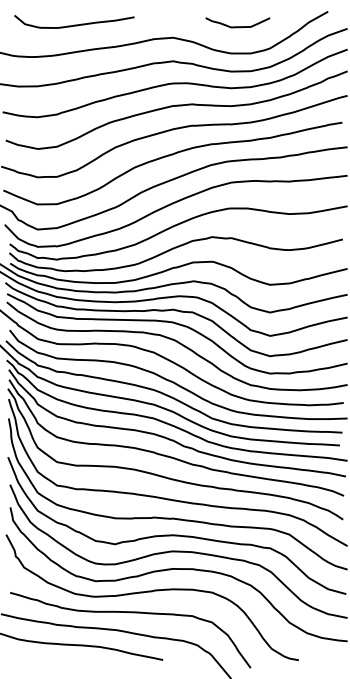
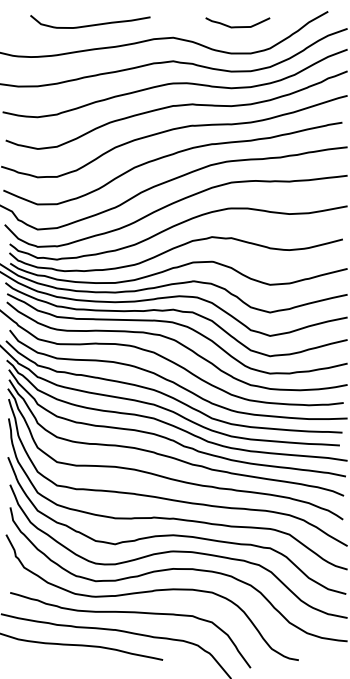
curve at (74, 24) position: (74, 24) -> (90, 24)
